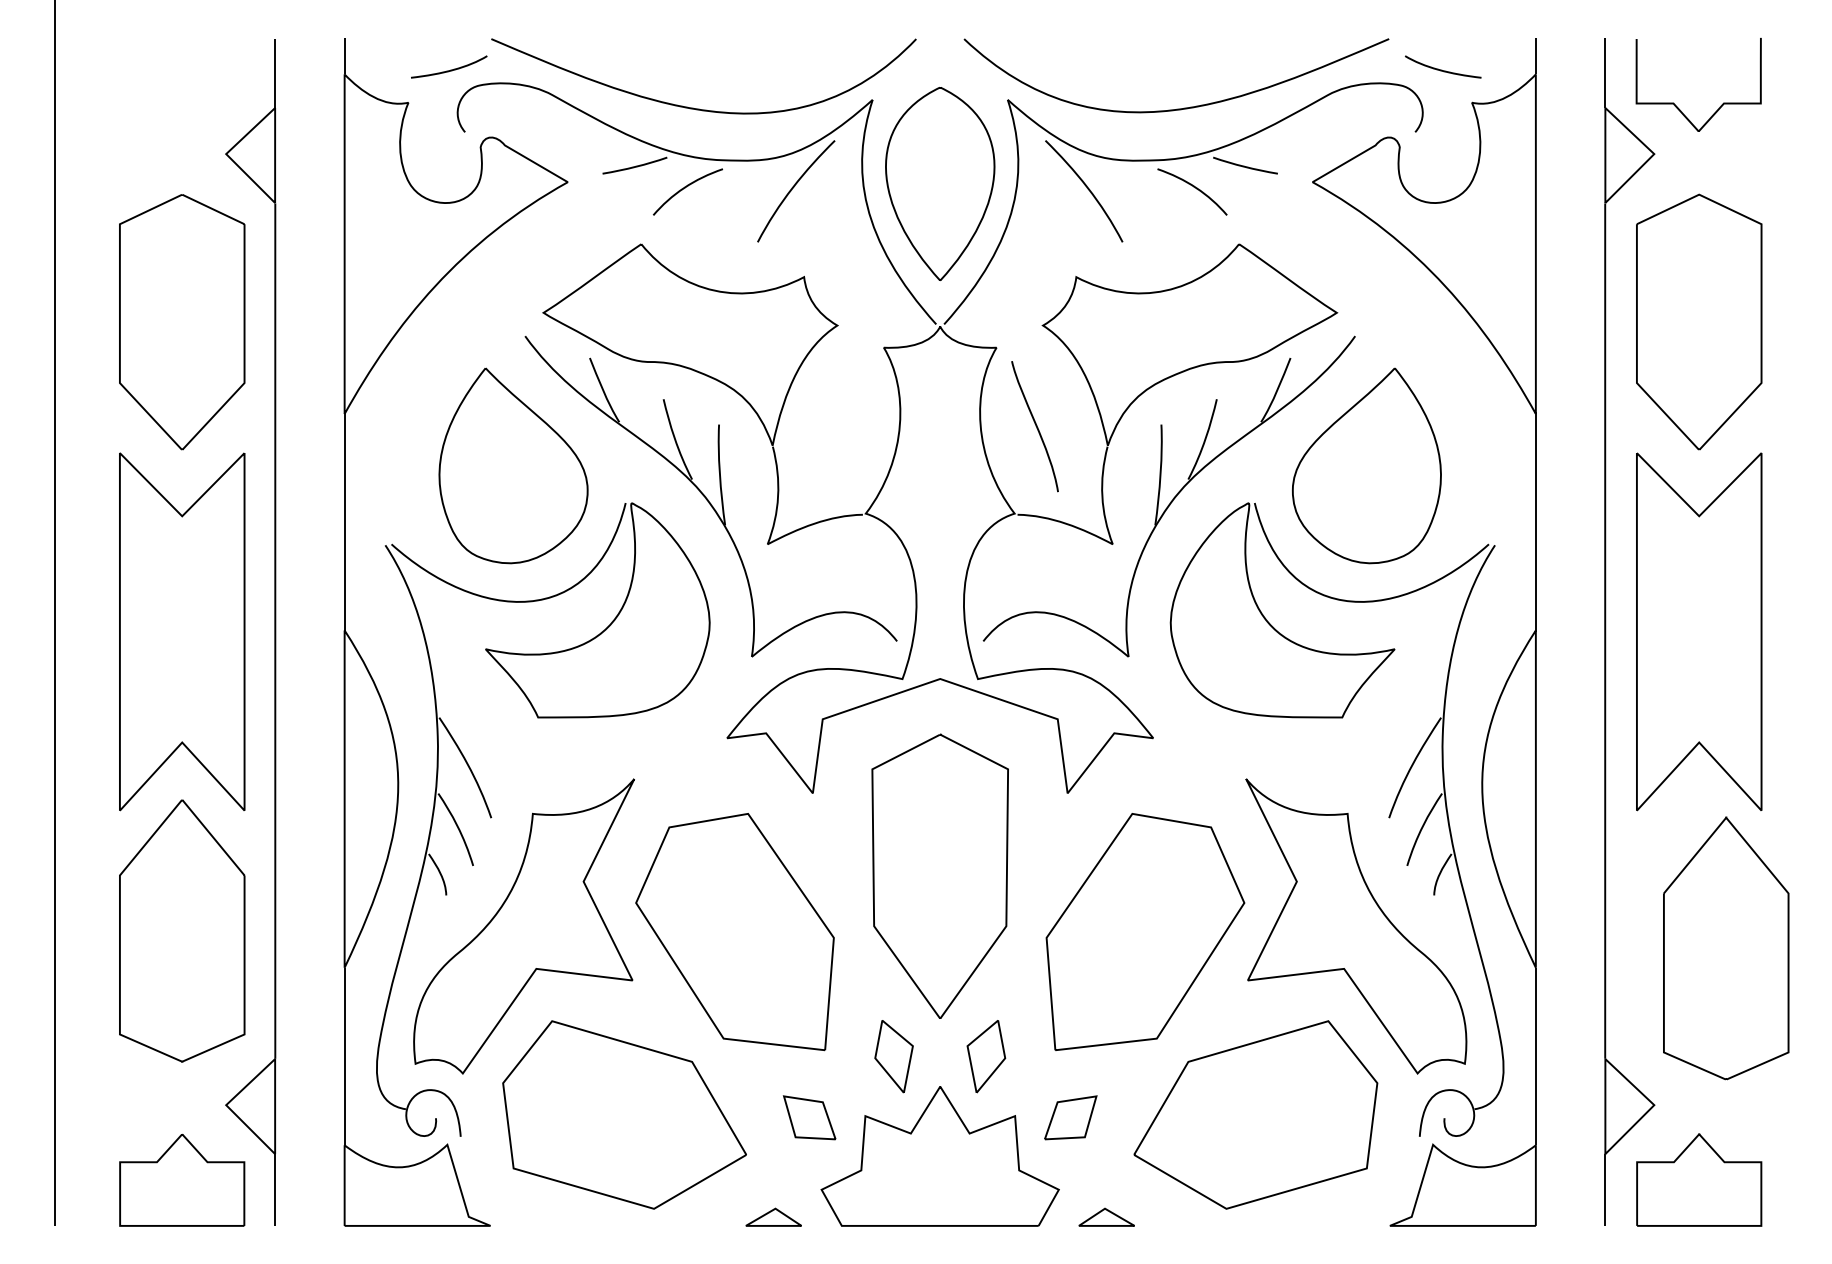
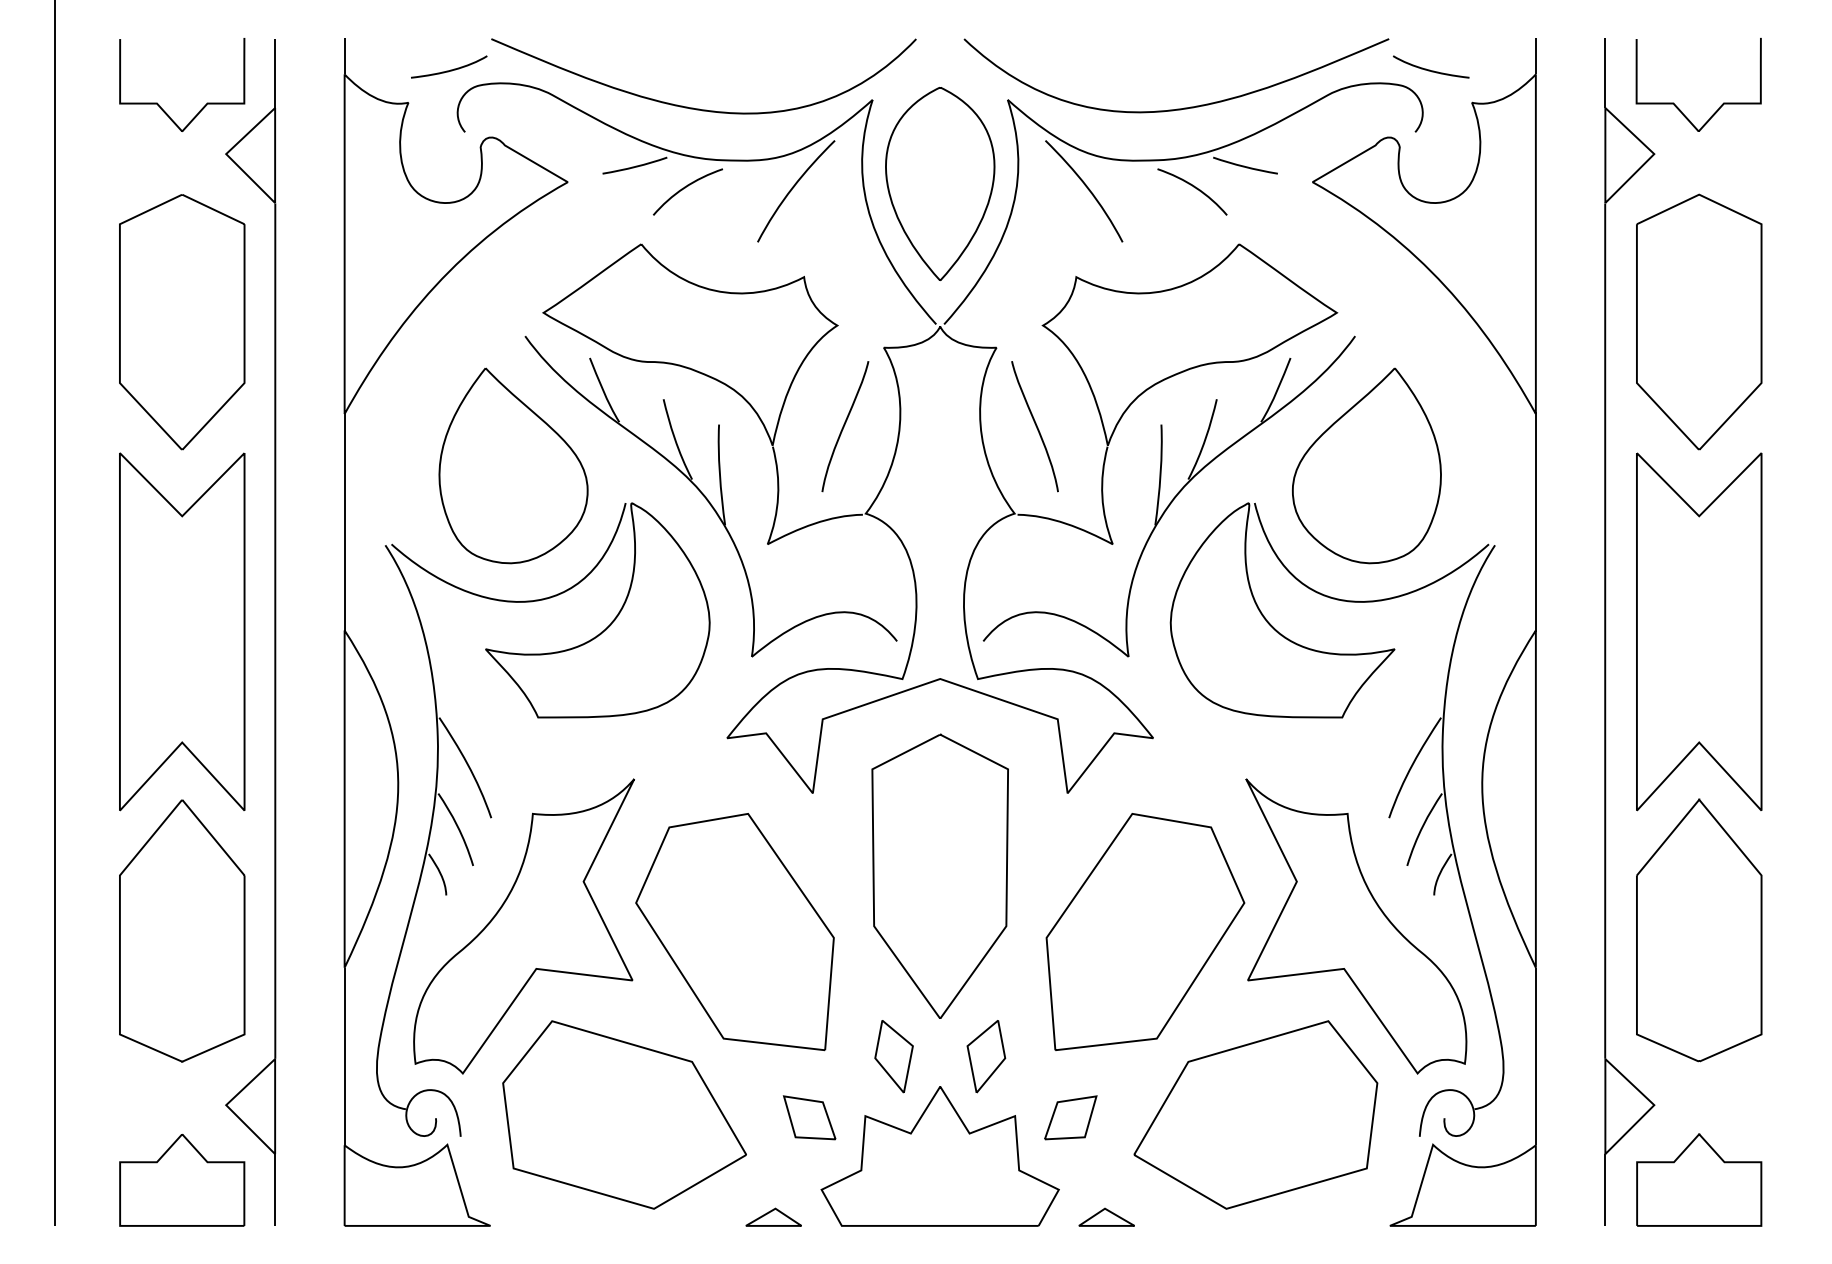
curve at (1441, 69) position: (1441, 69) -> (1429, 69)
curve at (160, 105): none -> present
curve at (845, 425): none -> present
part at (1726, 948) position: (1726, 948) -> (1699, 930)
